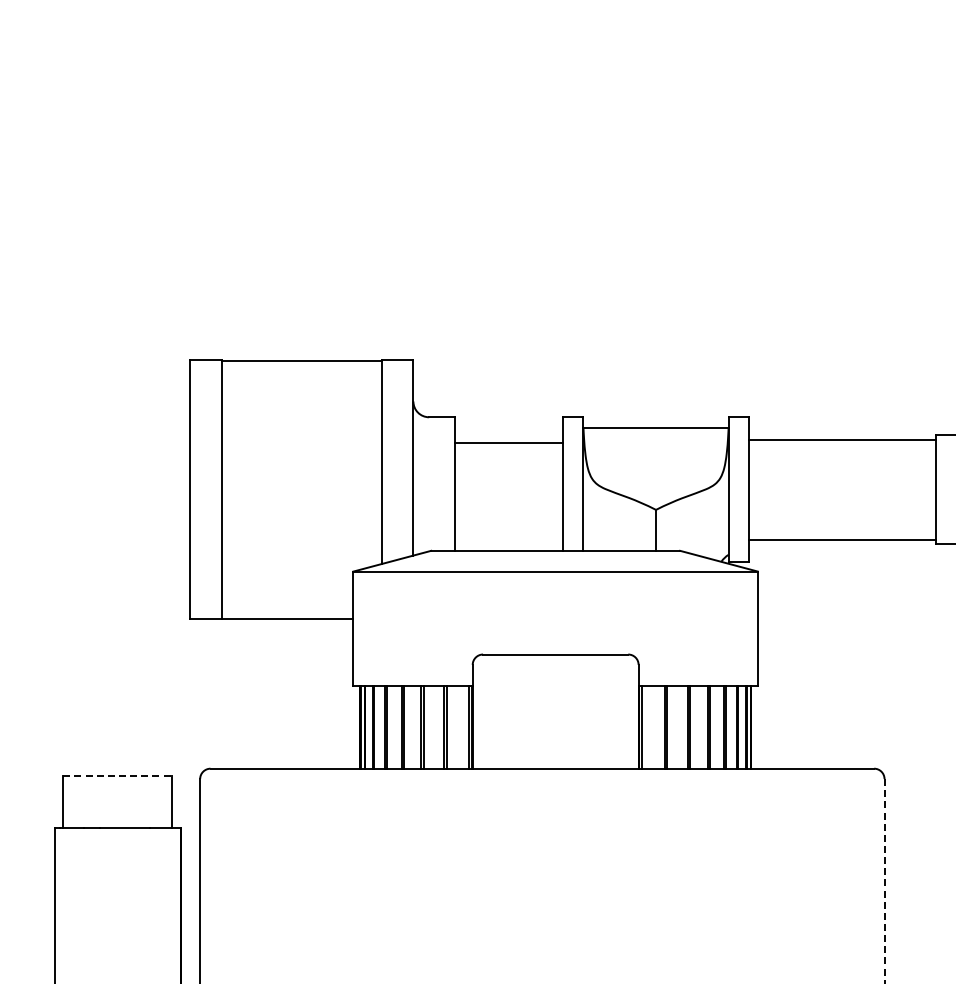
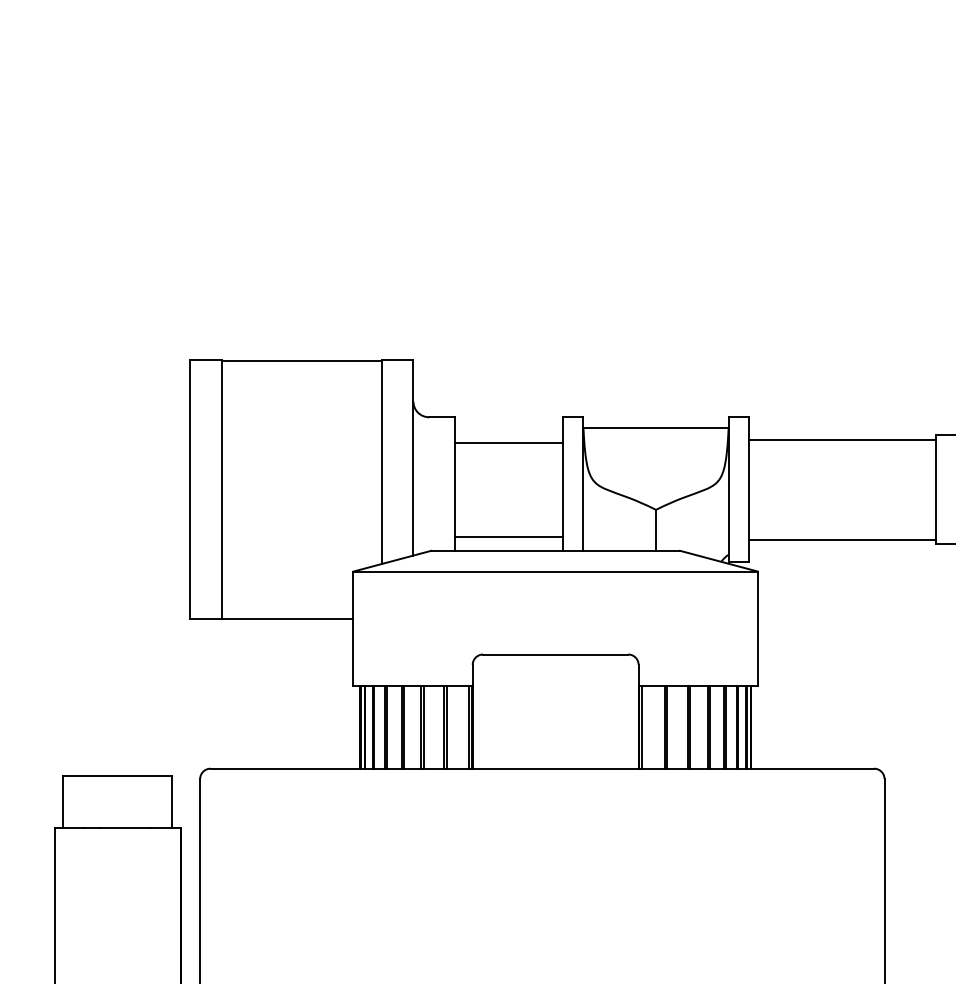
line at (508, 536): none -> present
line at (118, 776): dashed -> solid
line at (884, 881): dashed -> solid
